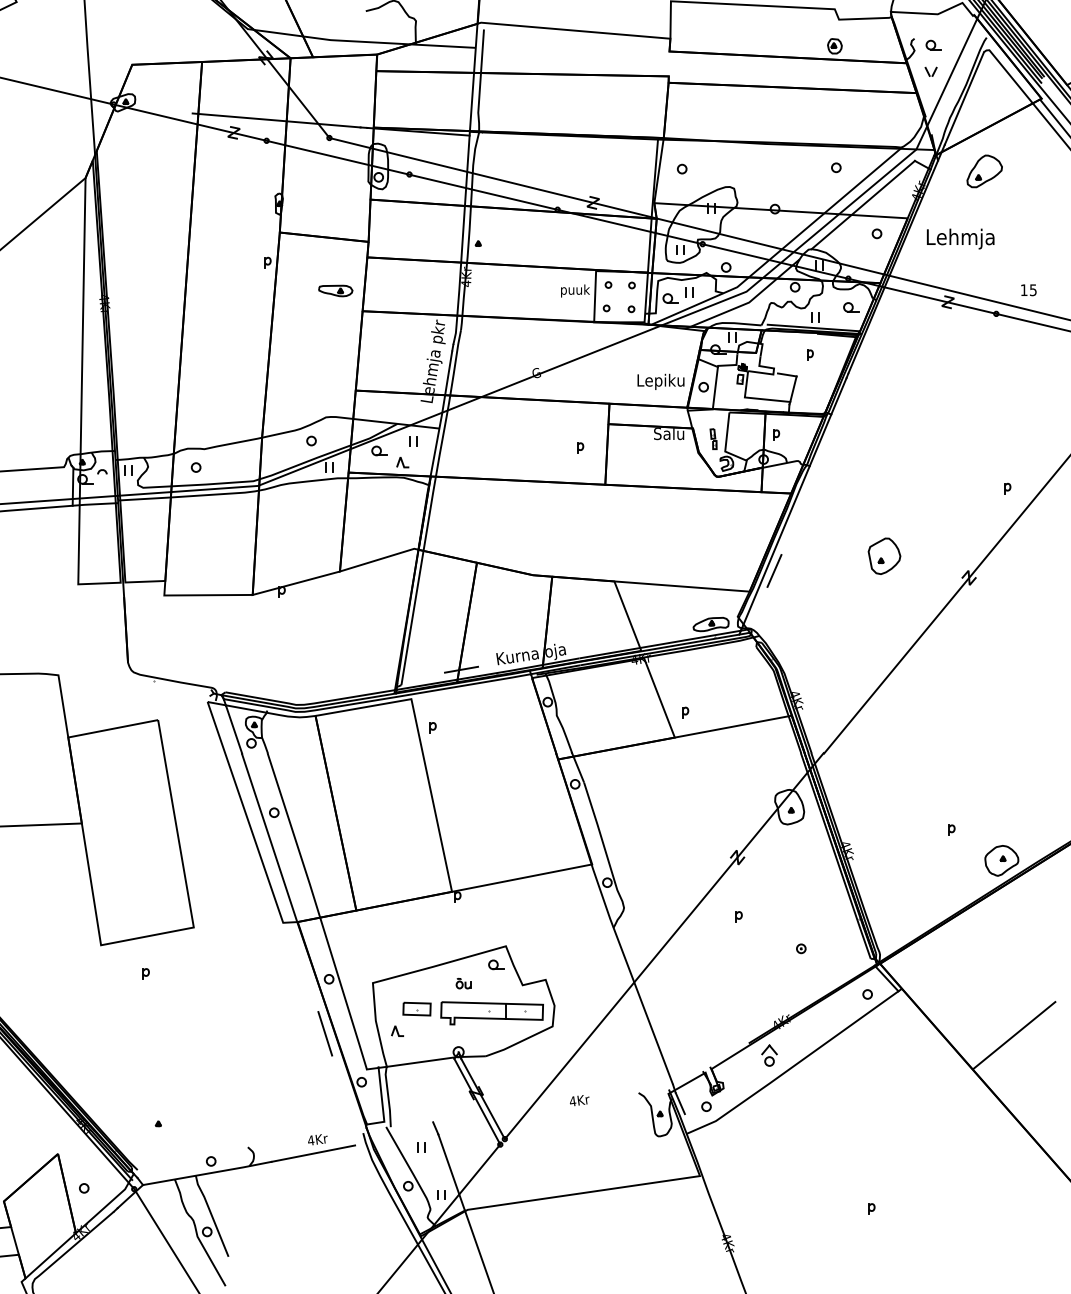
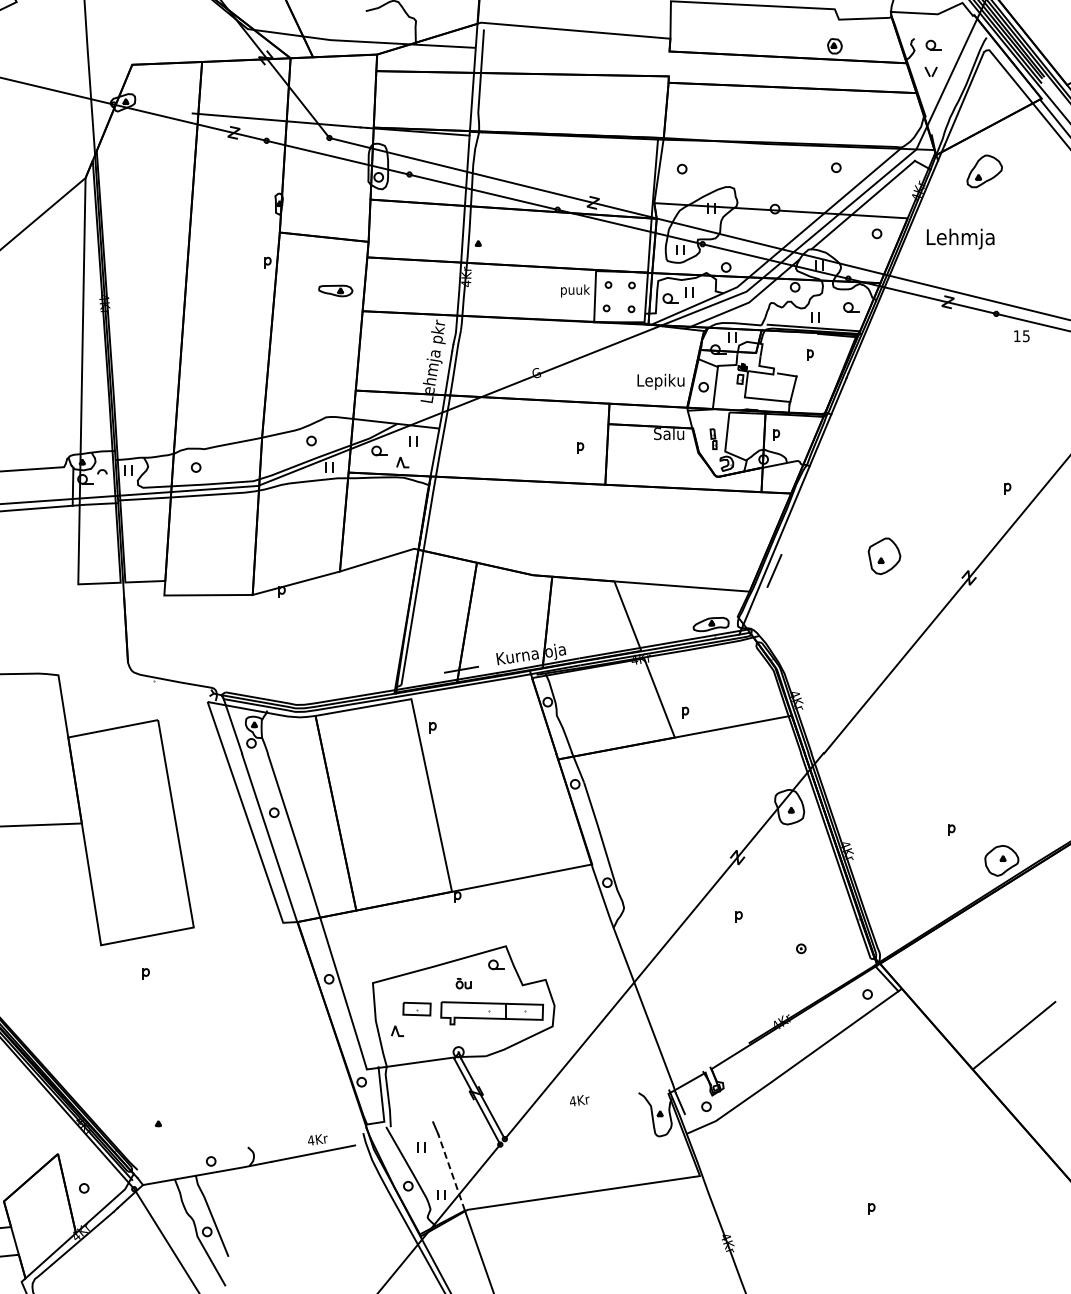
text at (1028, 290) position: (1028, 290) -> (1021, 336)
line at (325, 1033): present -> none
part at (769, 1055): present -> none
line at (451, 1172): solid -> dashed
